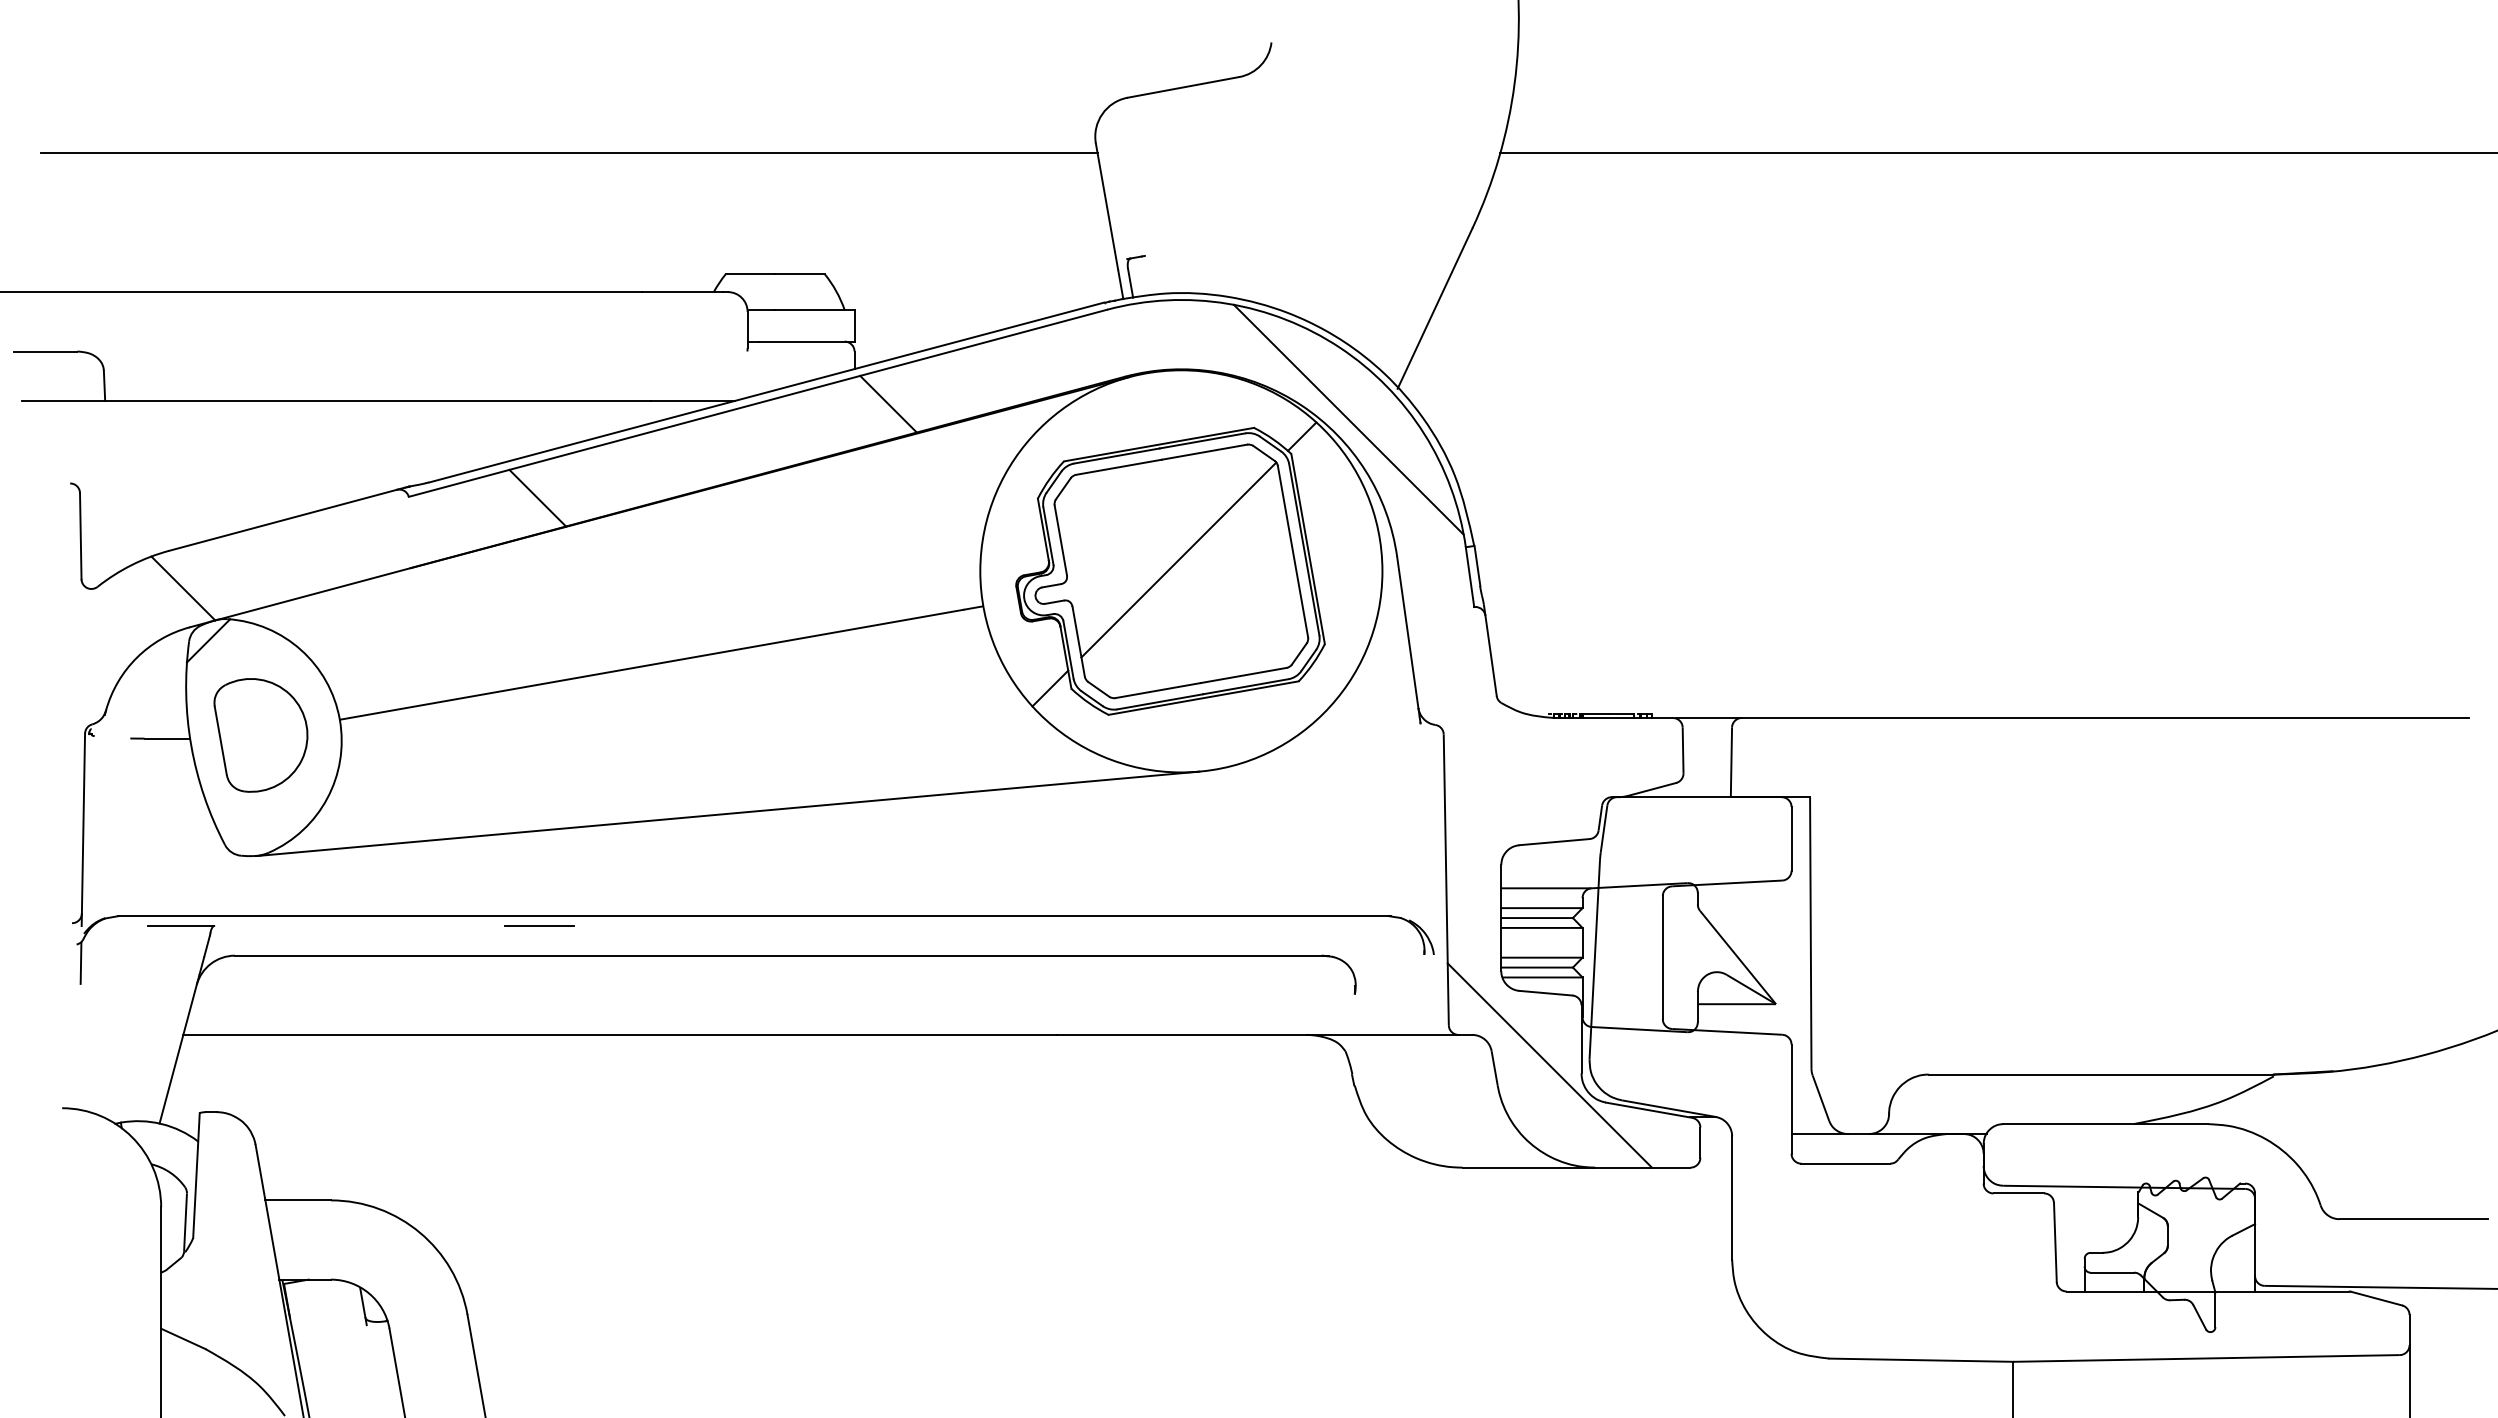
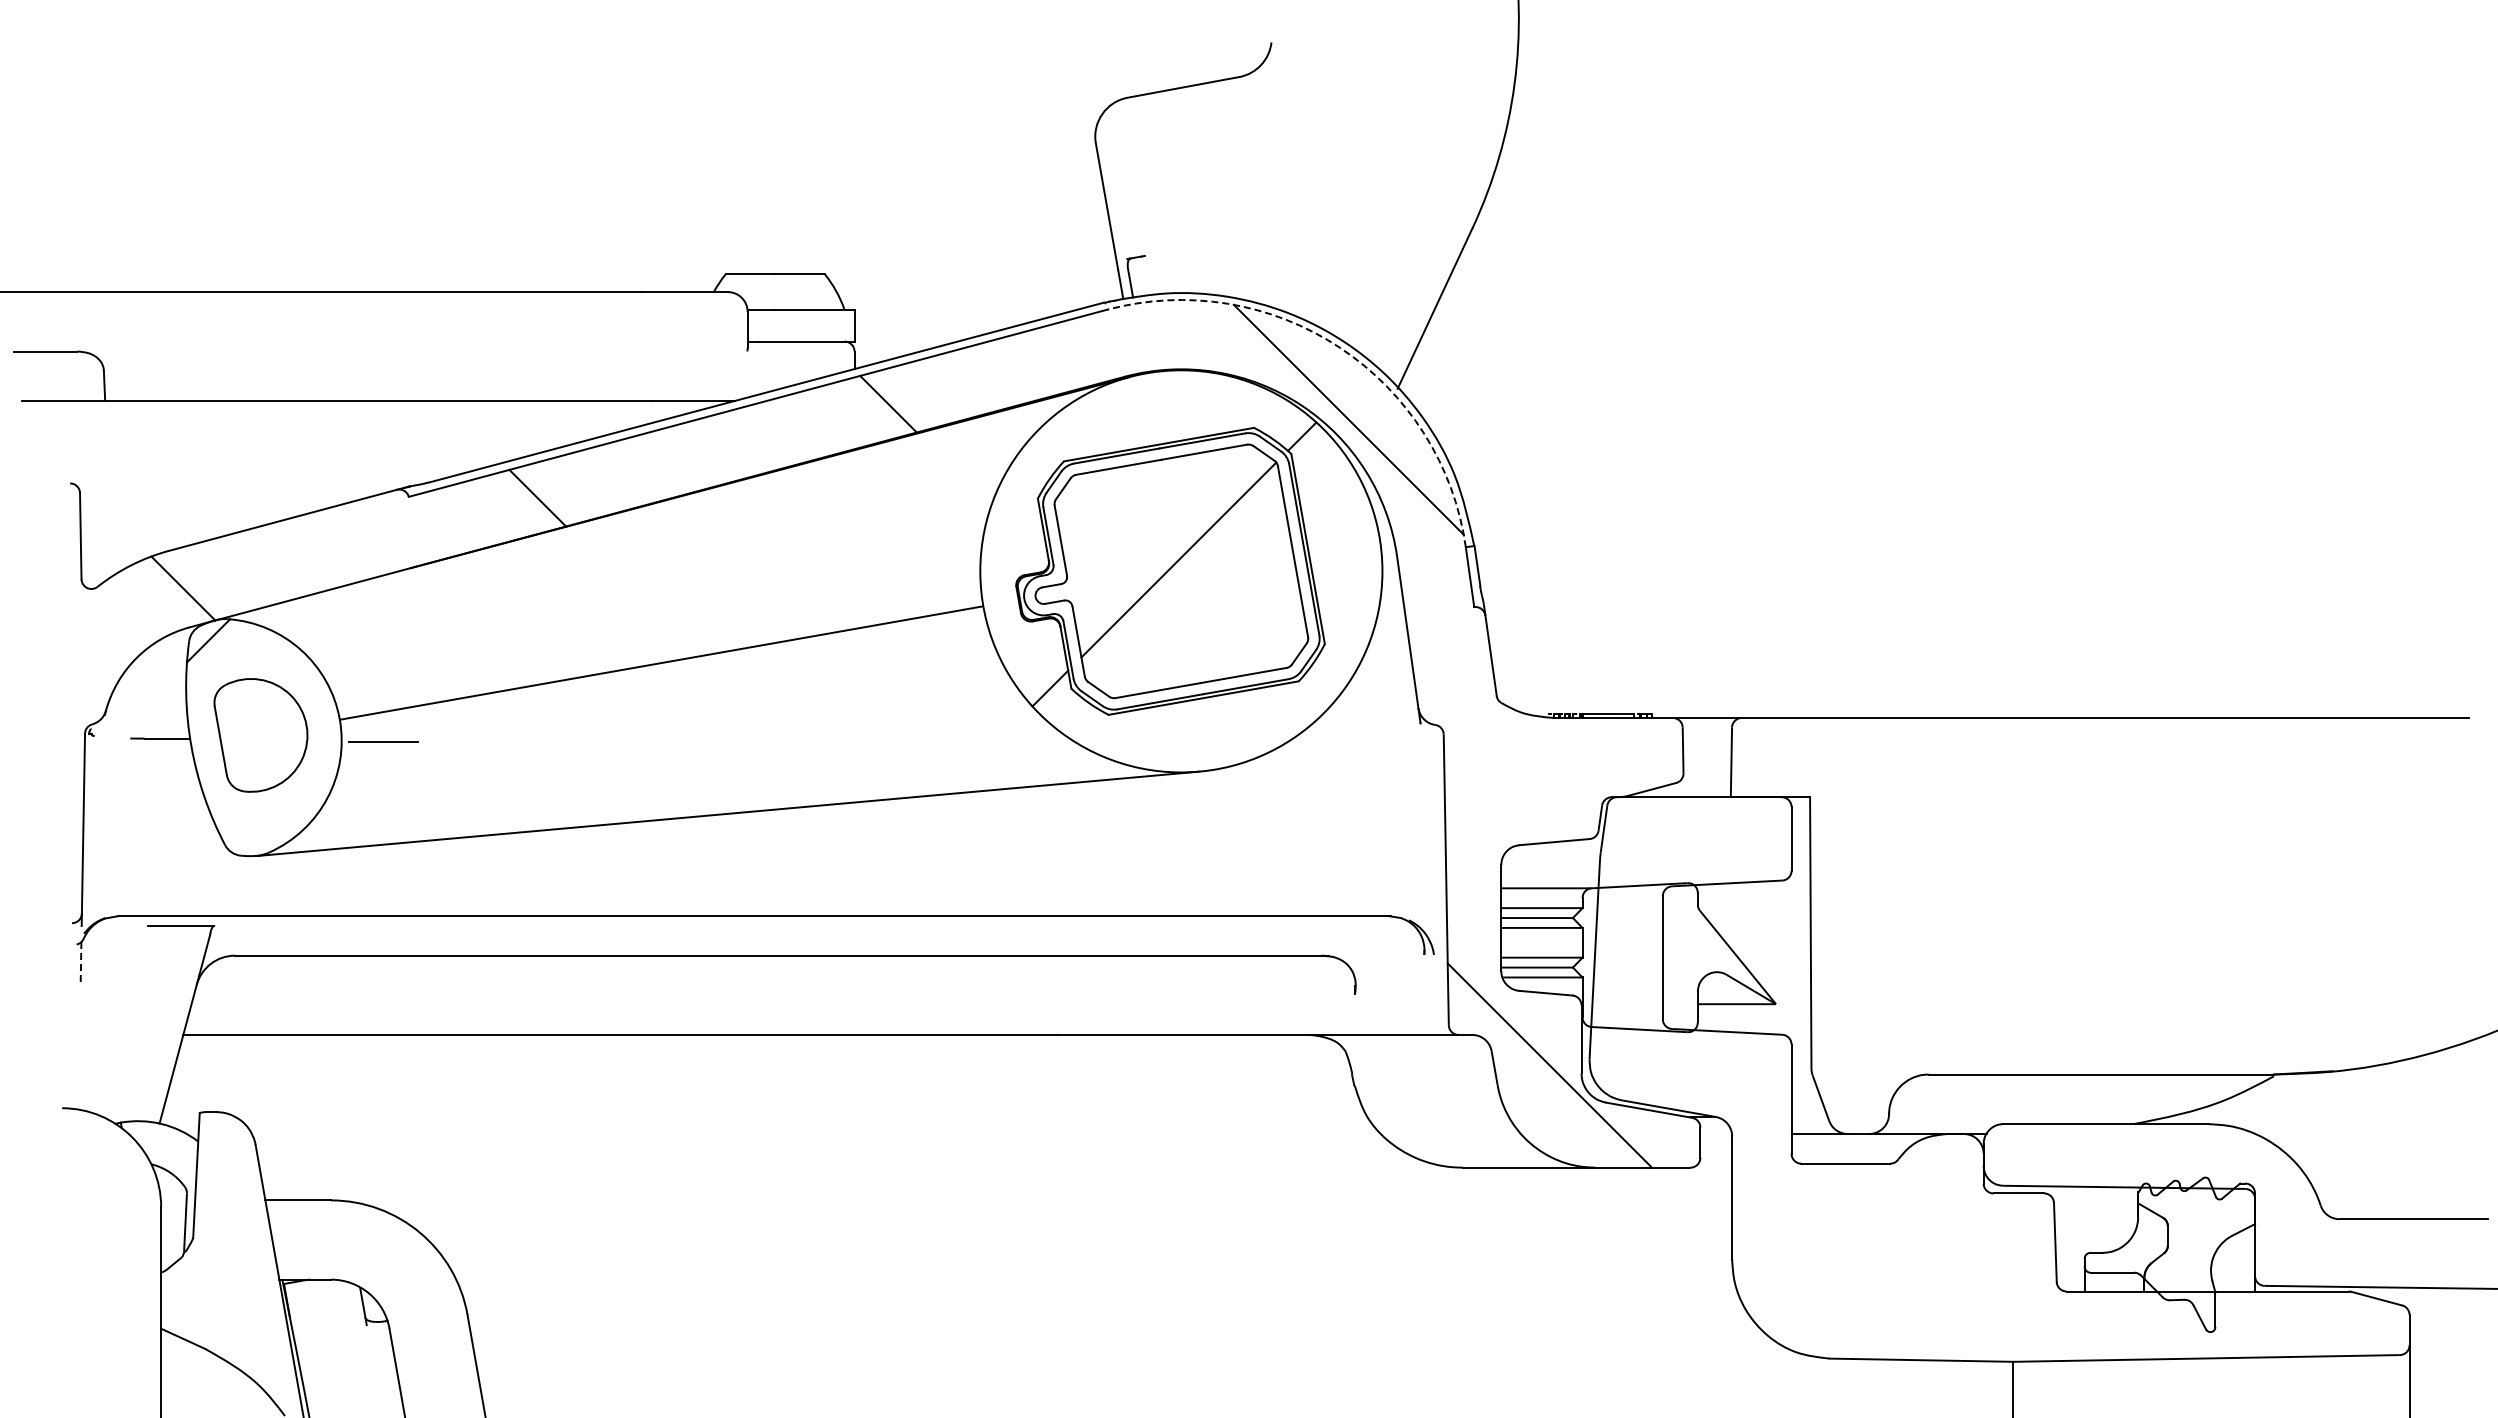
line at (569, 152): present -> none
line at (1997, 152): present -> none
arc at (1339, 347): solid -> dashed
line at (539, 925) position: (539, 925) -> (383, 741)
line at (81, 963): solid -> dashed
